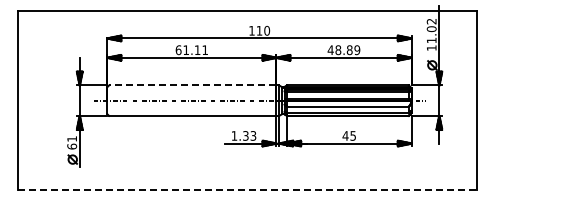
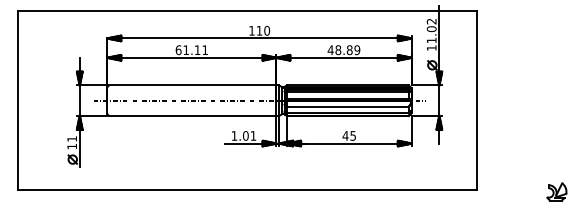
line at (192, 85): dashed -> solid
text at (249, 135): 1.33 -> 1.01
text at (72, 146): 61 -> 11
line at (247, 190): dashed -> solid
part at (556, 191): none -> present
